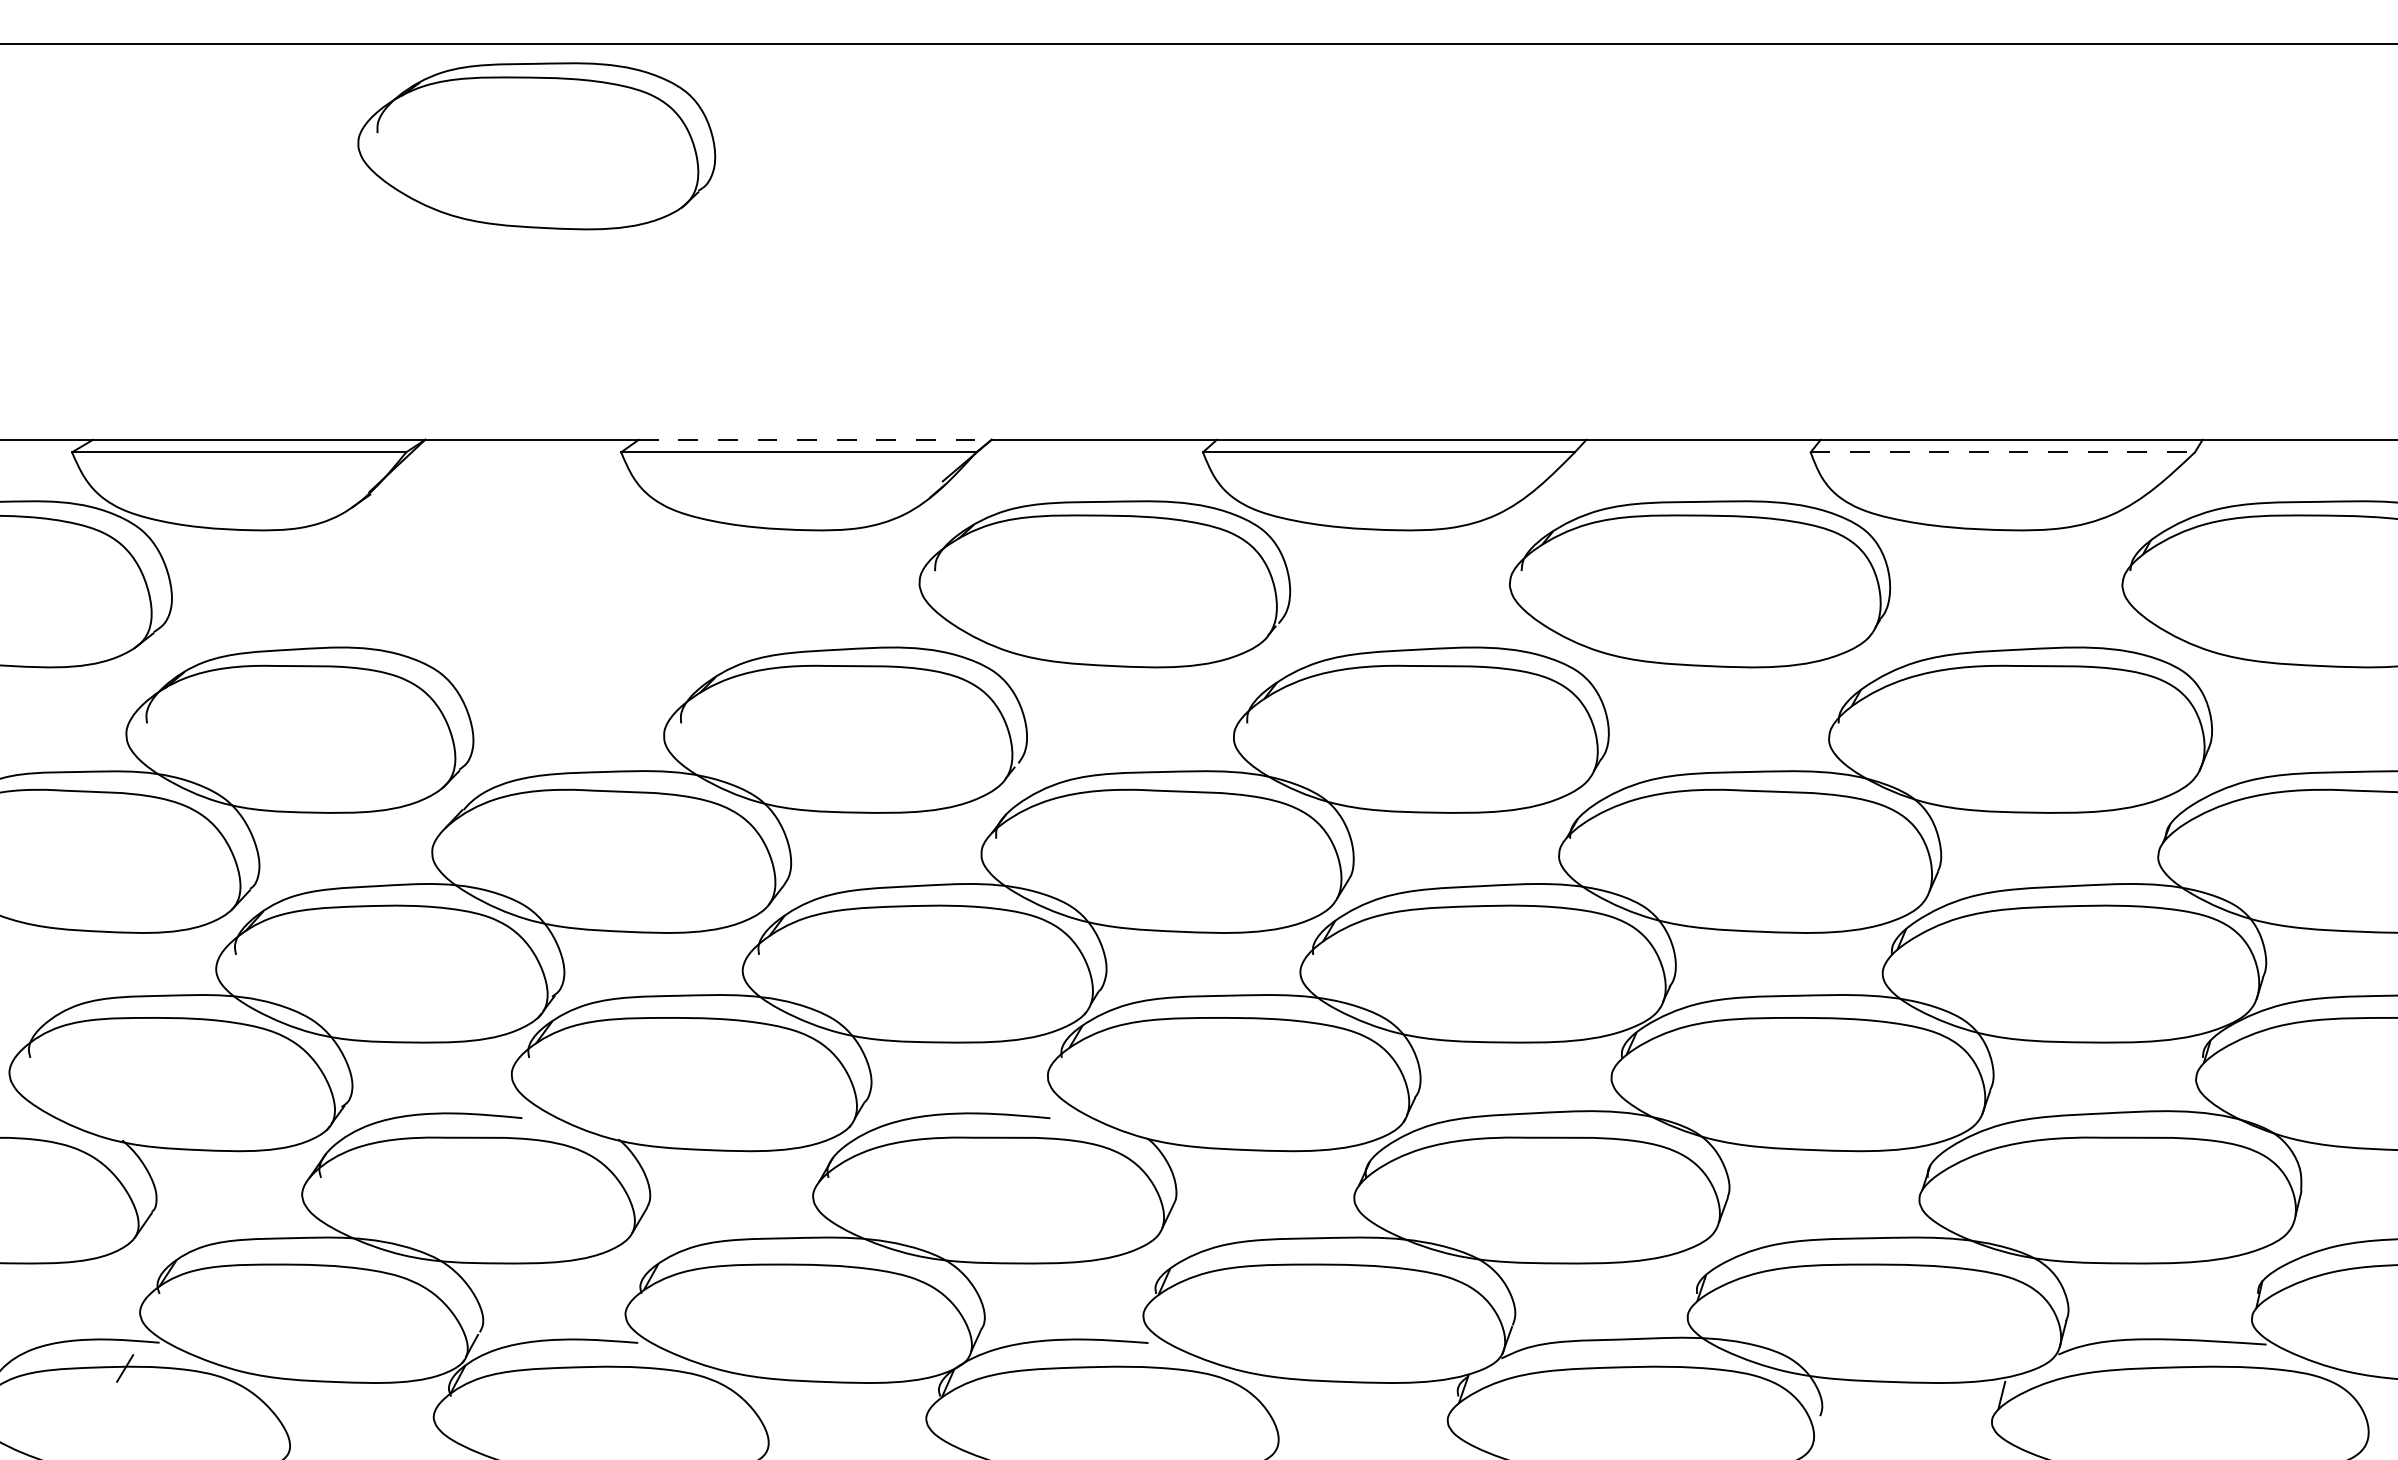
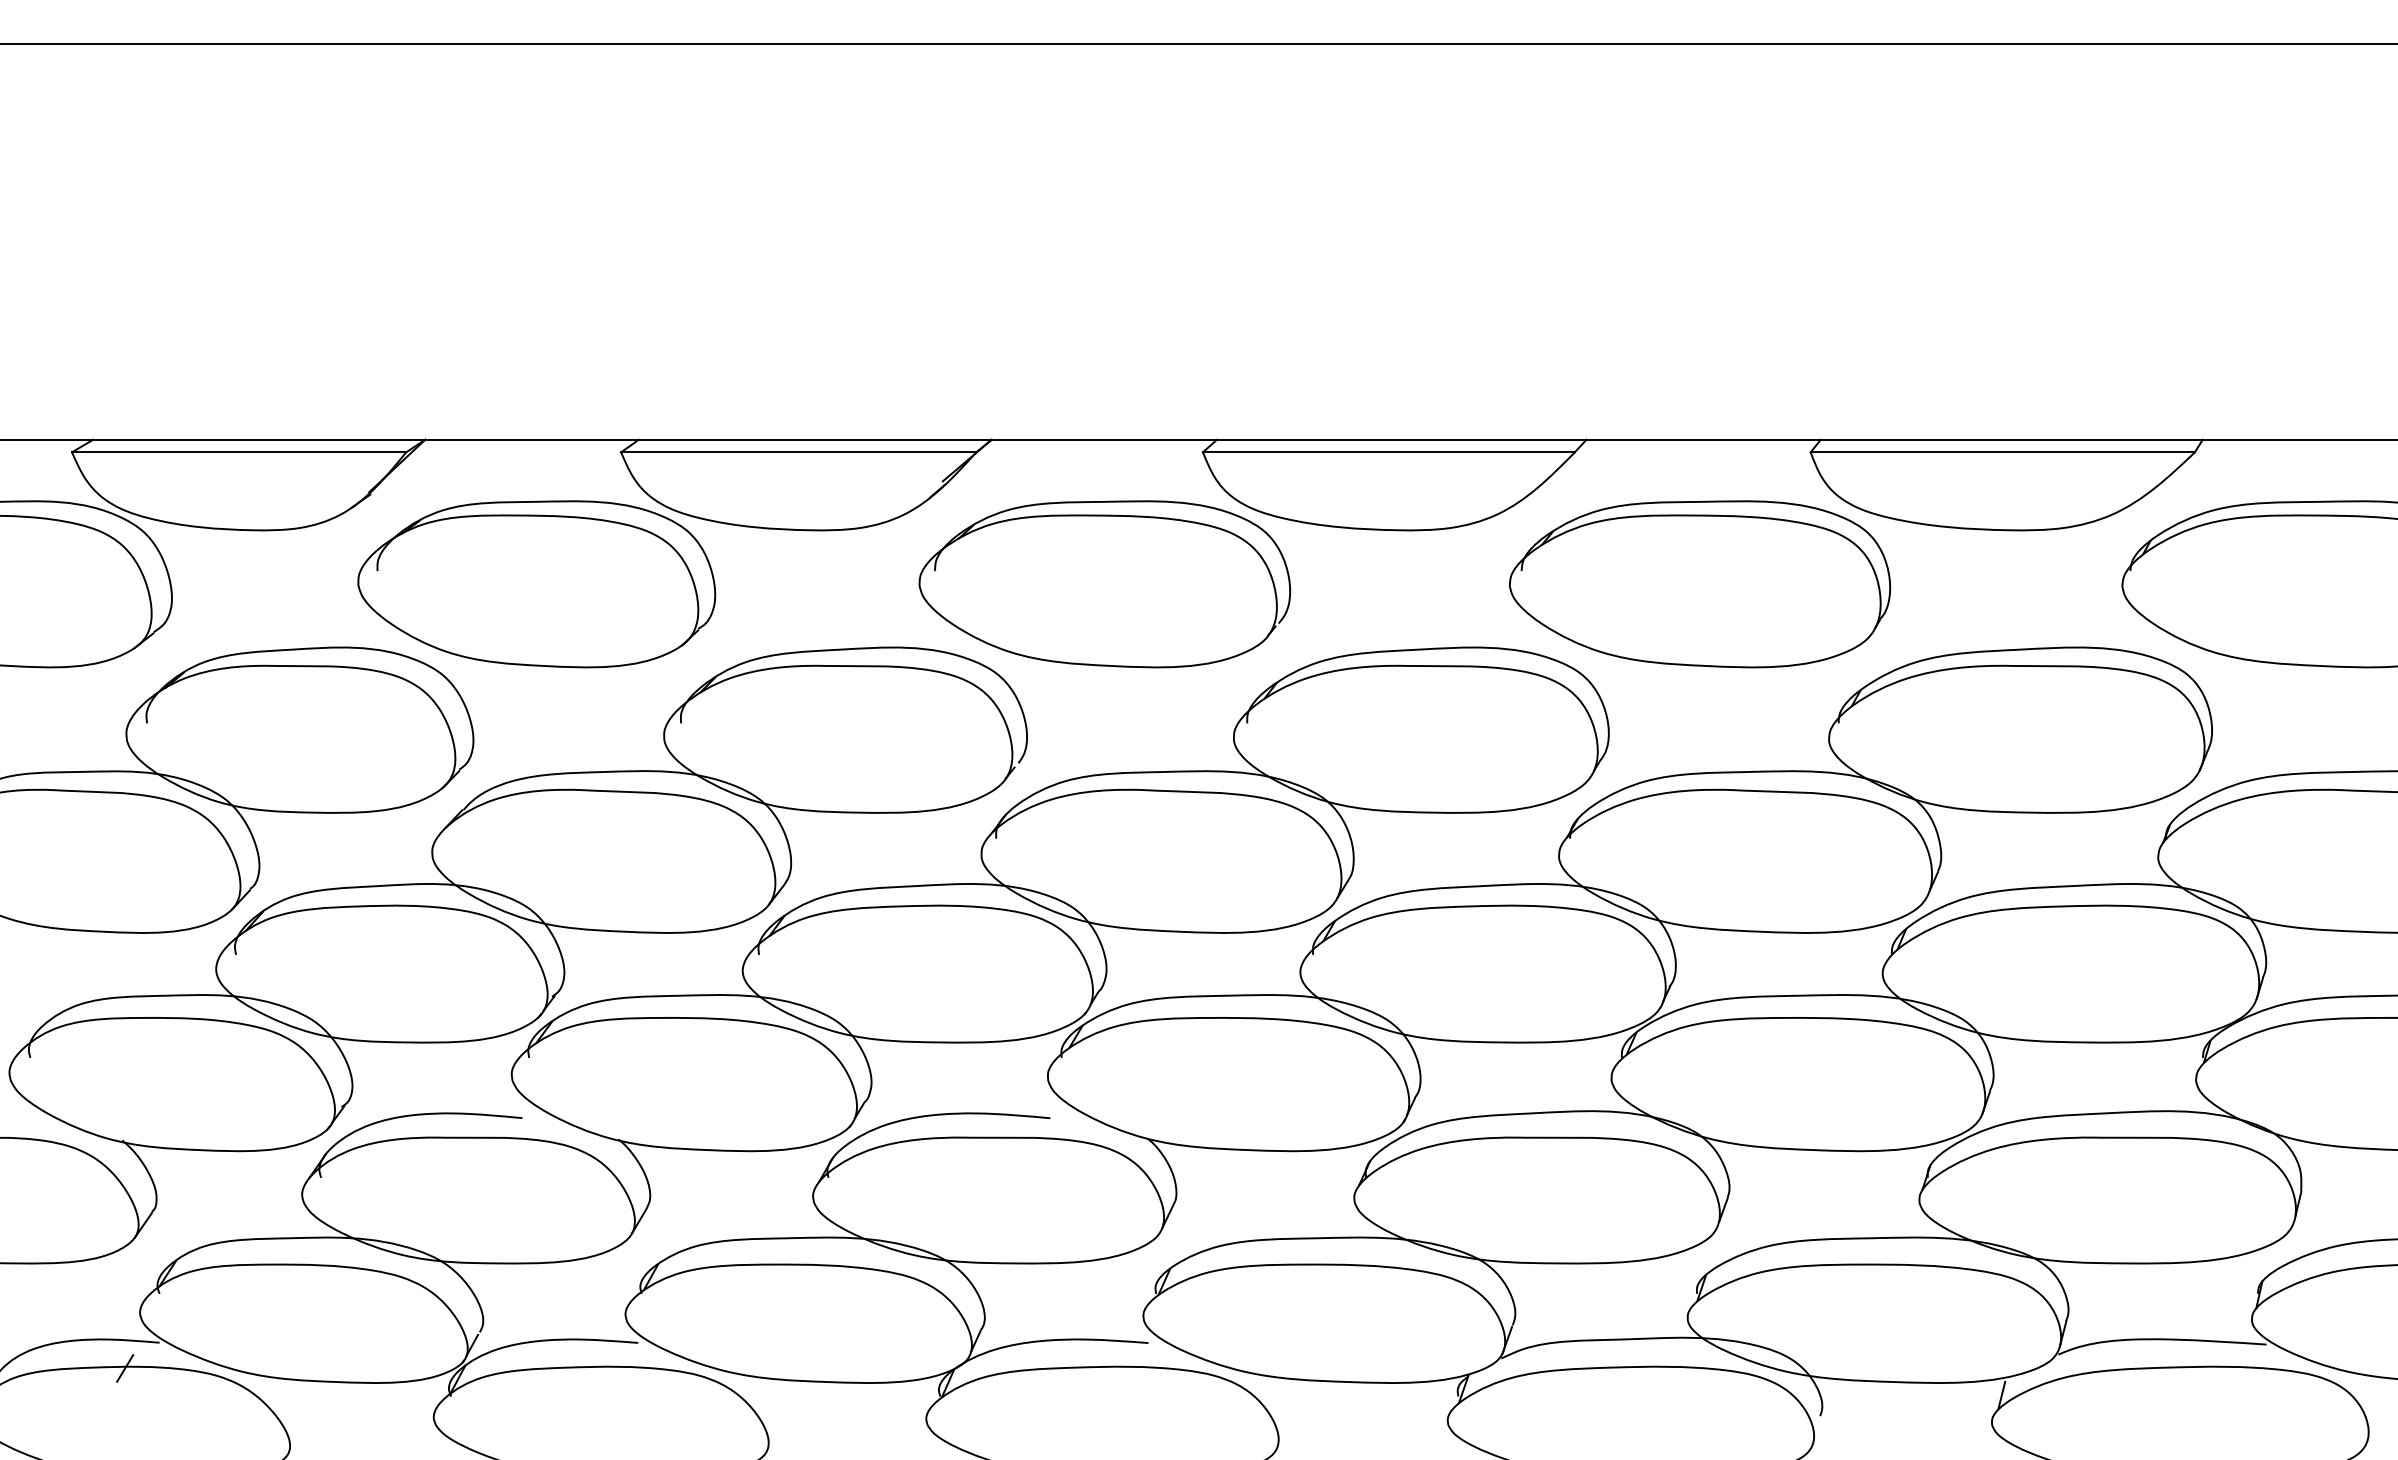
part at (536, 146) position: (536, 146) -> (536, 584)
line at (815, 439): dashed -> solid
line at (2003, 452): dashed -> solid
